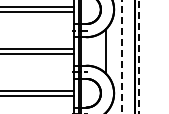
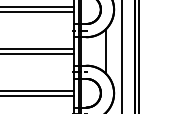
line at (121, 56): dashed -> solid
line at (139, 56): dashed -> solid
